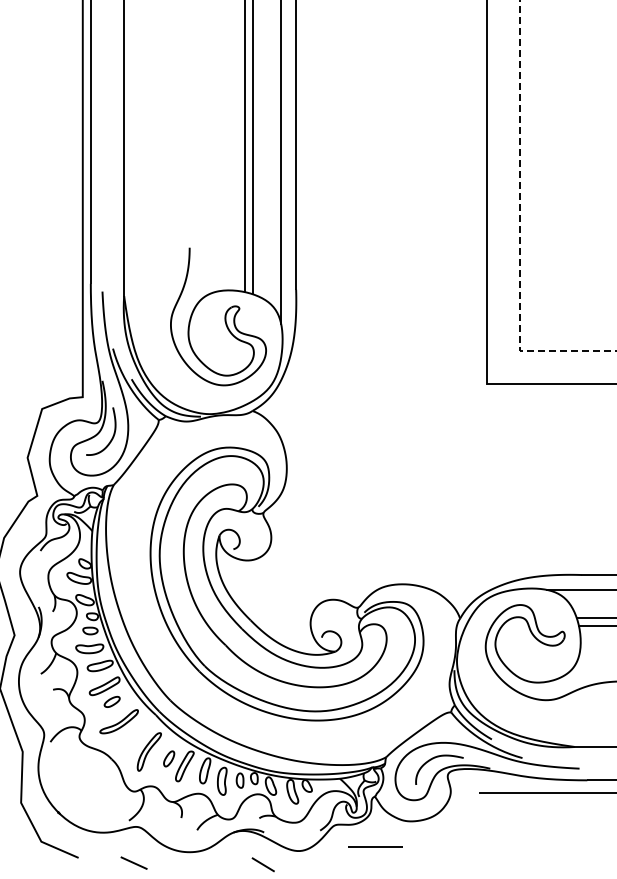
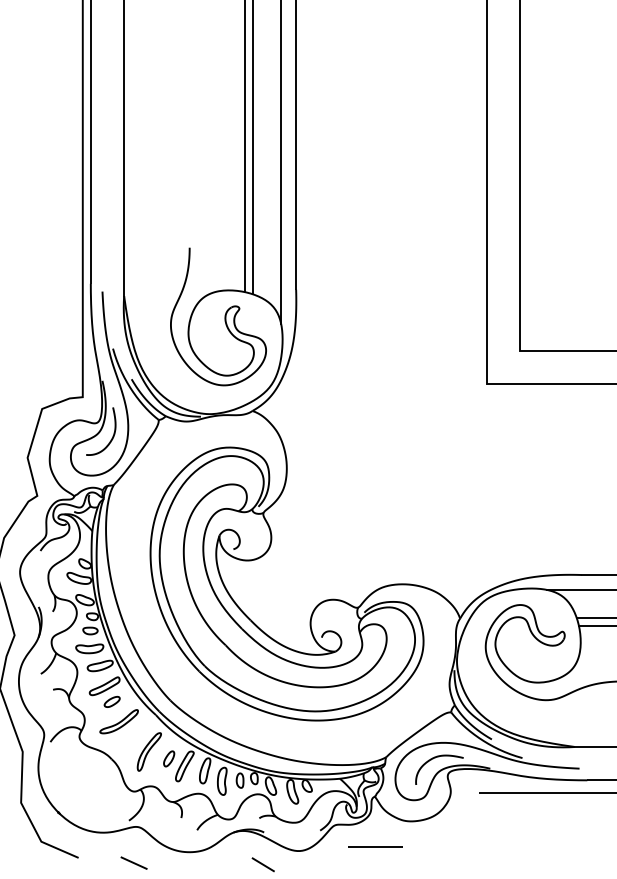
line at (520, 256): dashed -> solid
